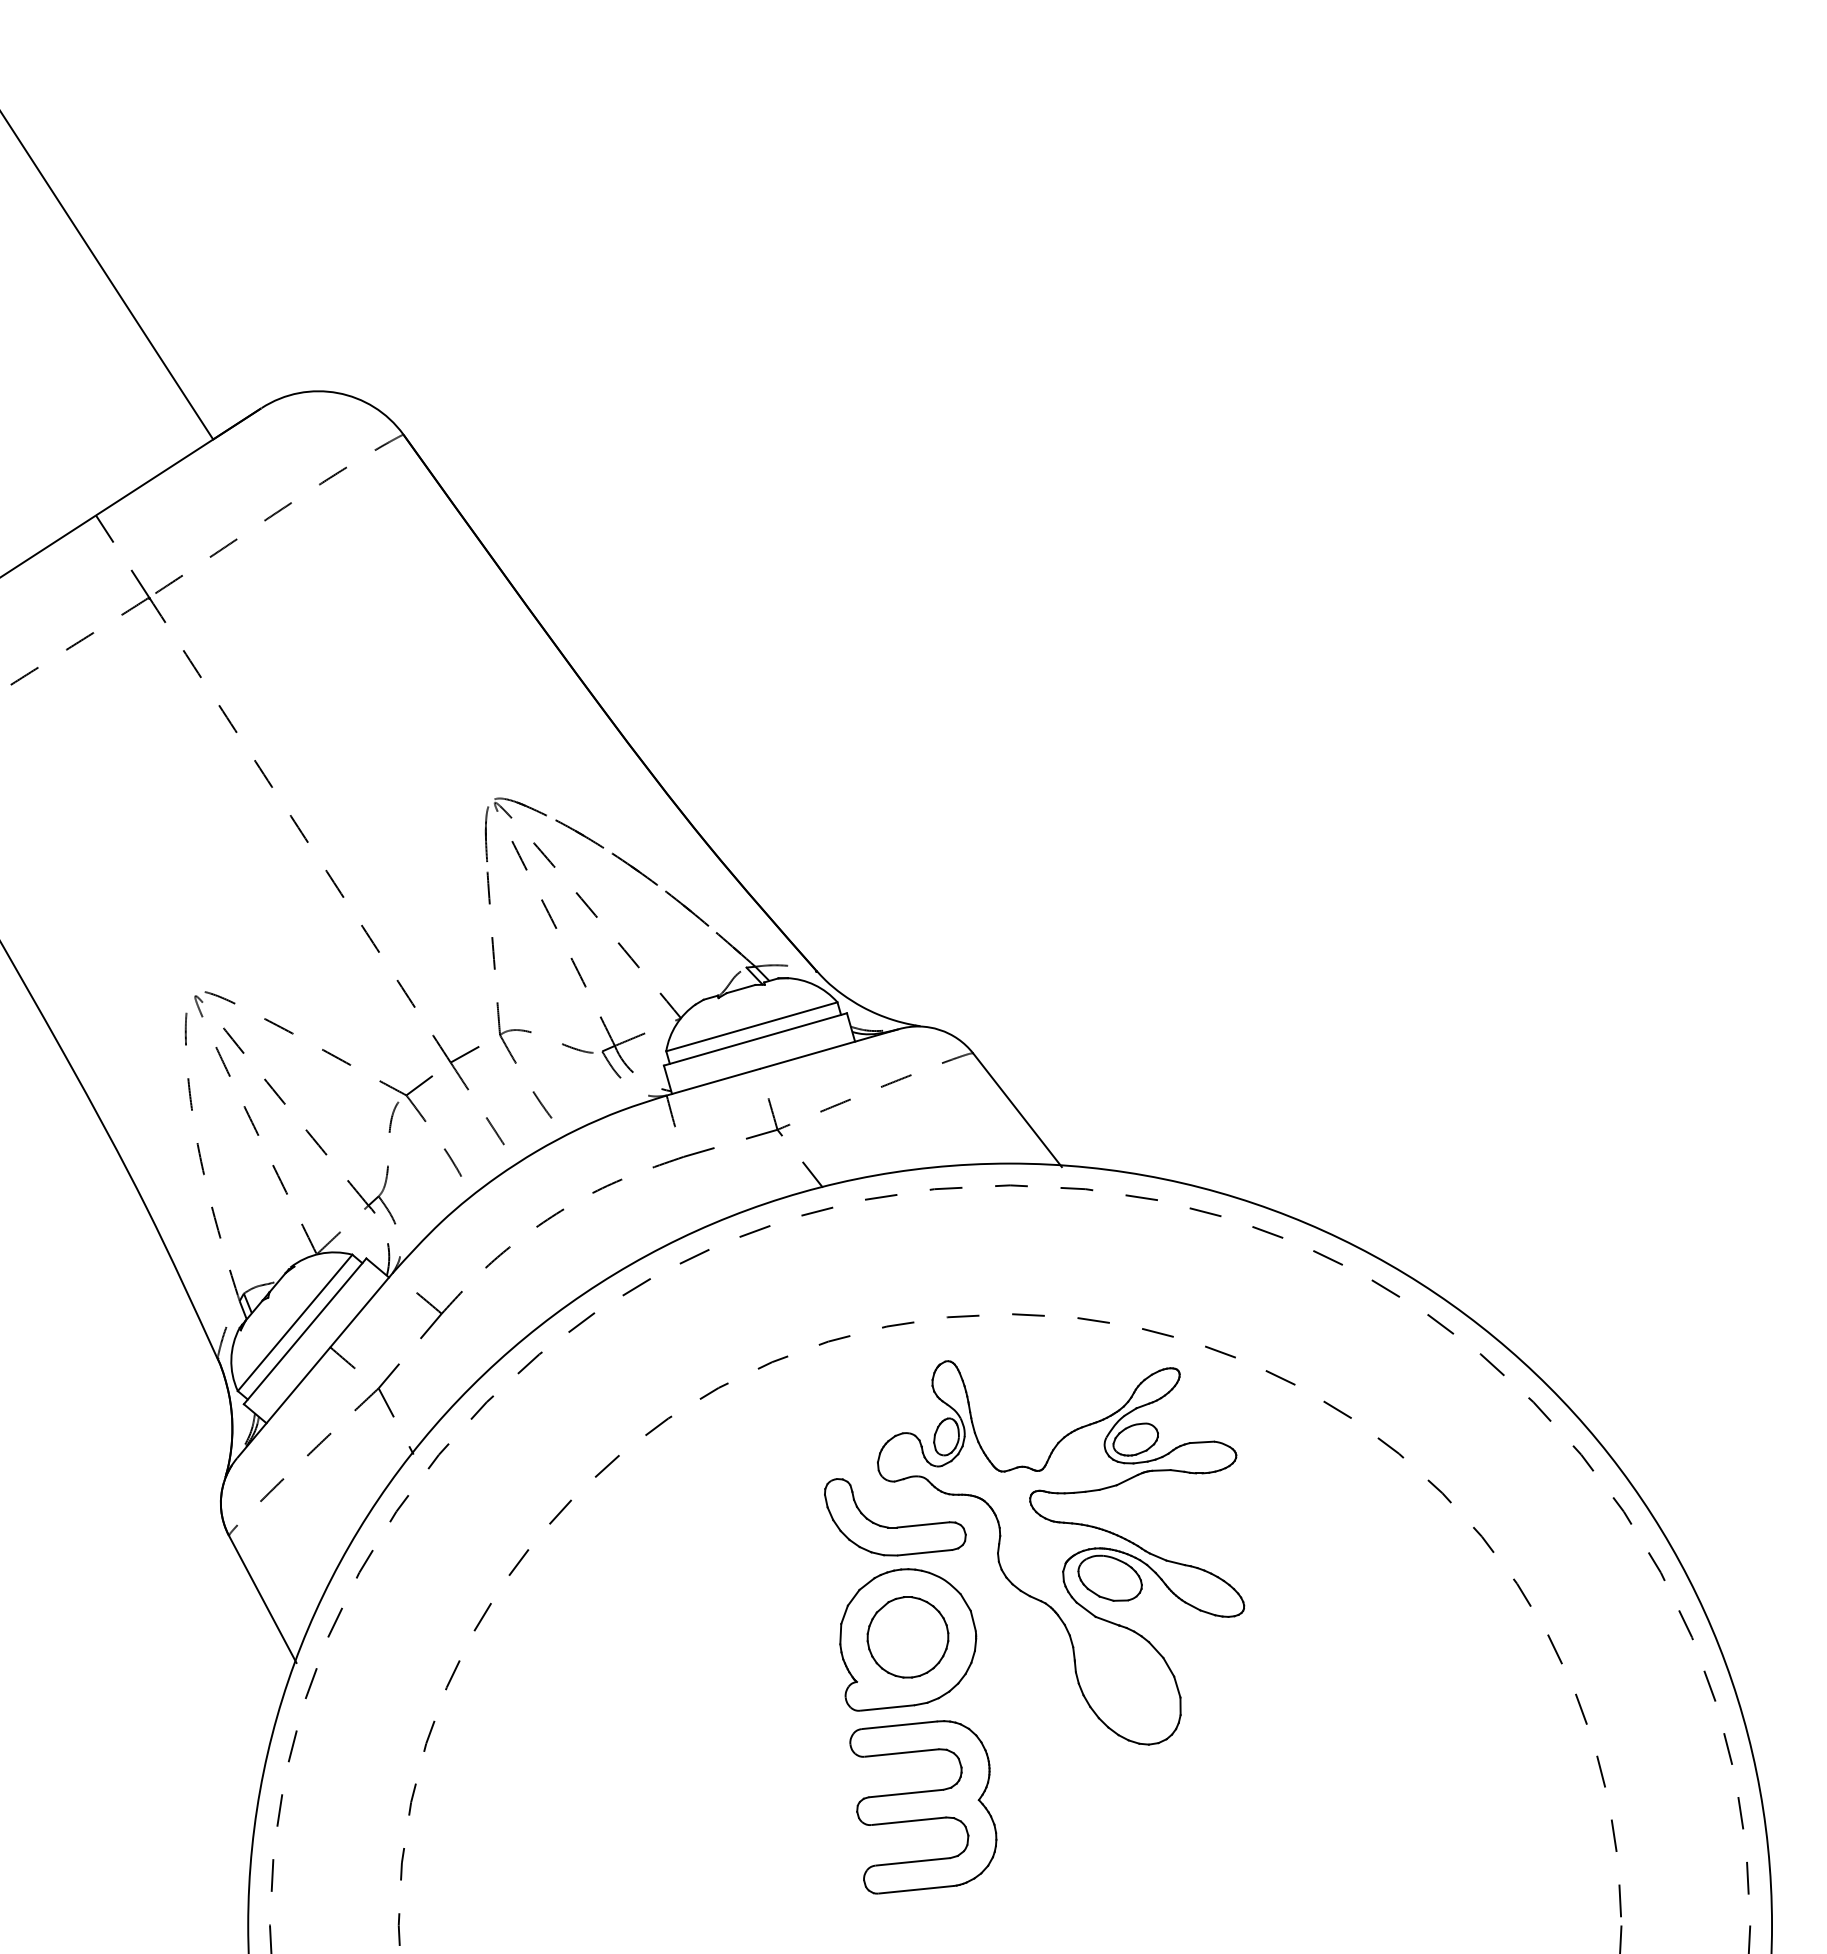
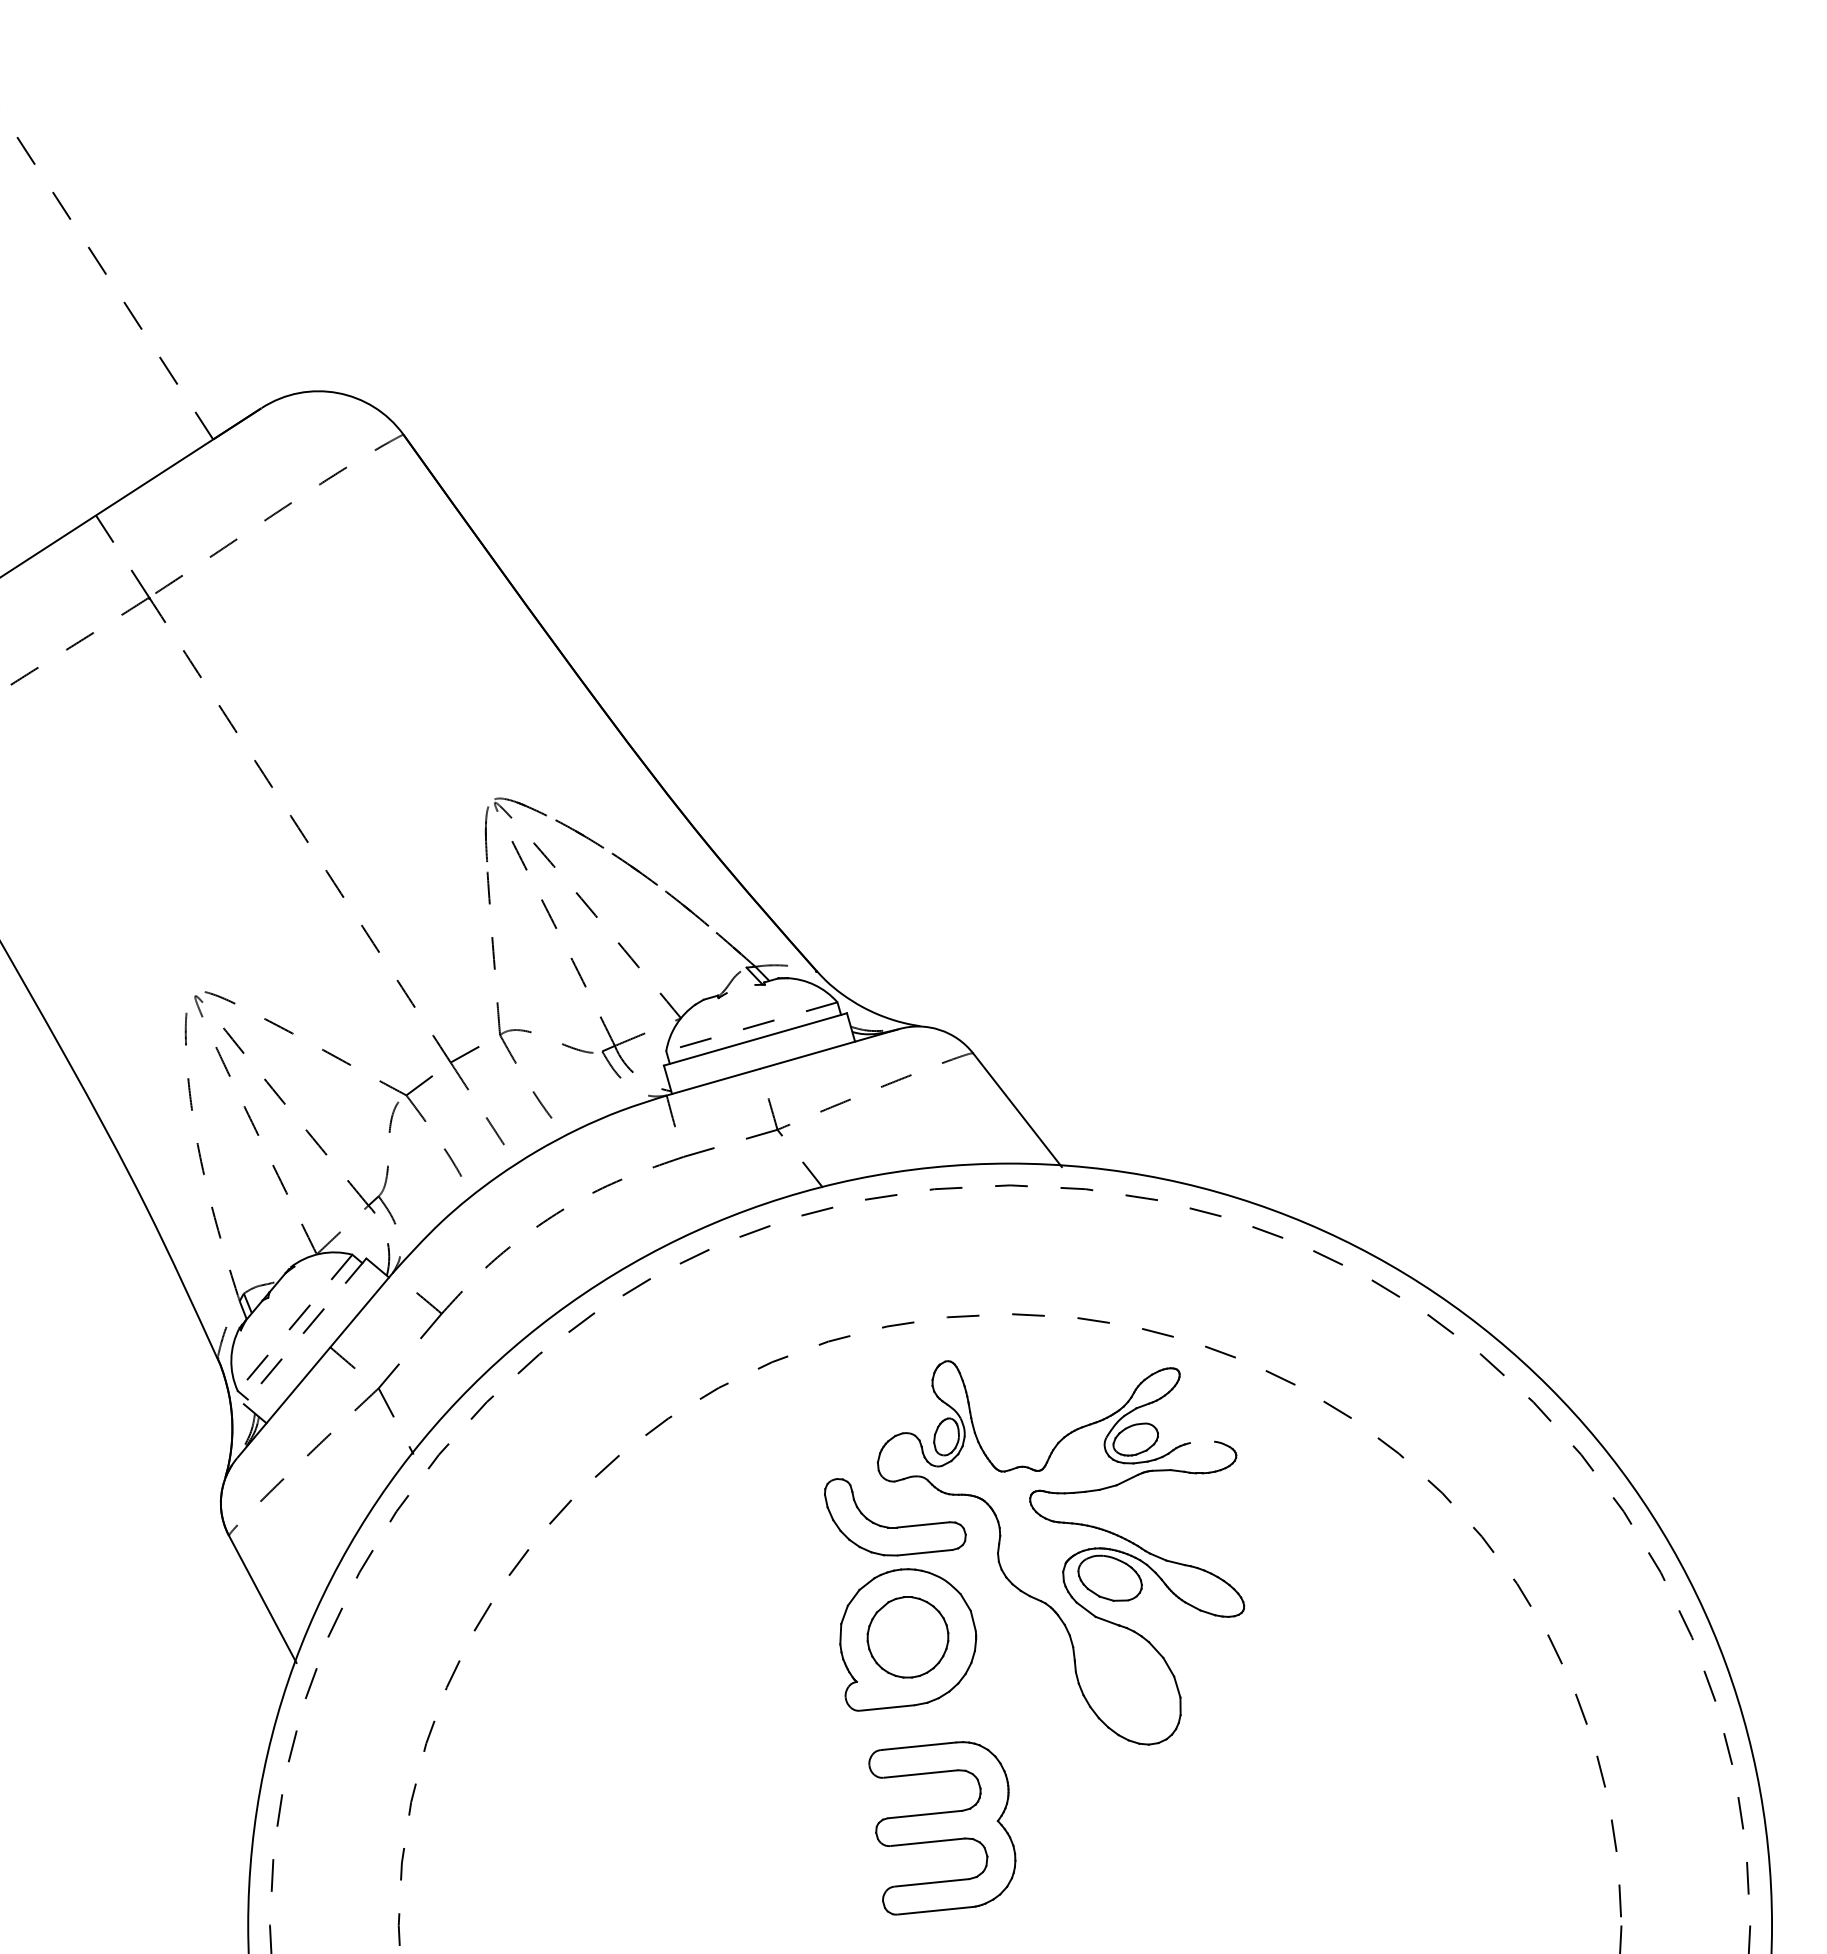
line at (106, 275): solid -> dashed
line at (740, 988): present -> none
line at (751, 1026): solid -> dashed
line at (294, 1323): solid -> dashed
line at (304, 1331): solid -> dashed
line at (1201, 1442): present -> none
part at (923, 1807) position: (923, 1807) -> (942, 1828)
